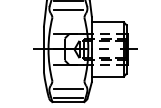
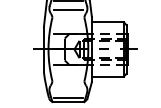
line at (68, 88): present -> none
